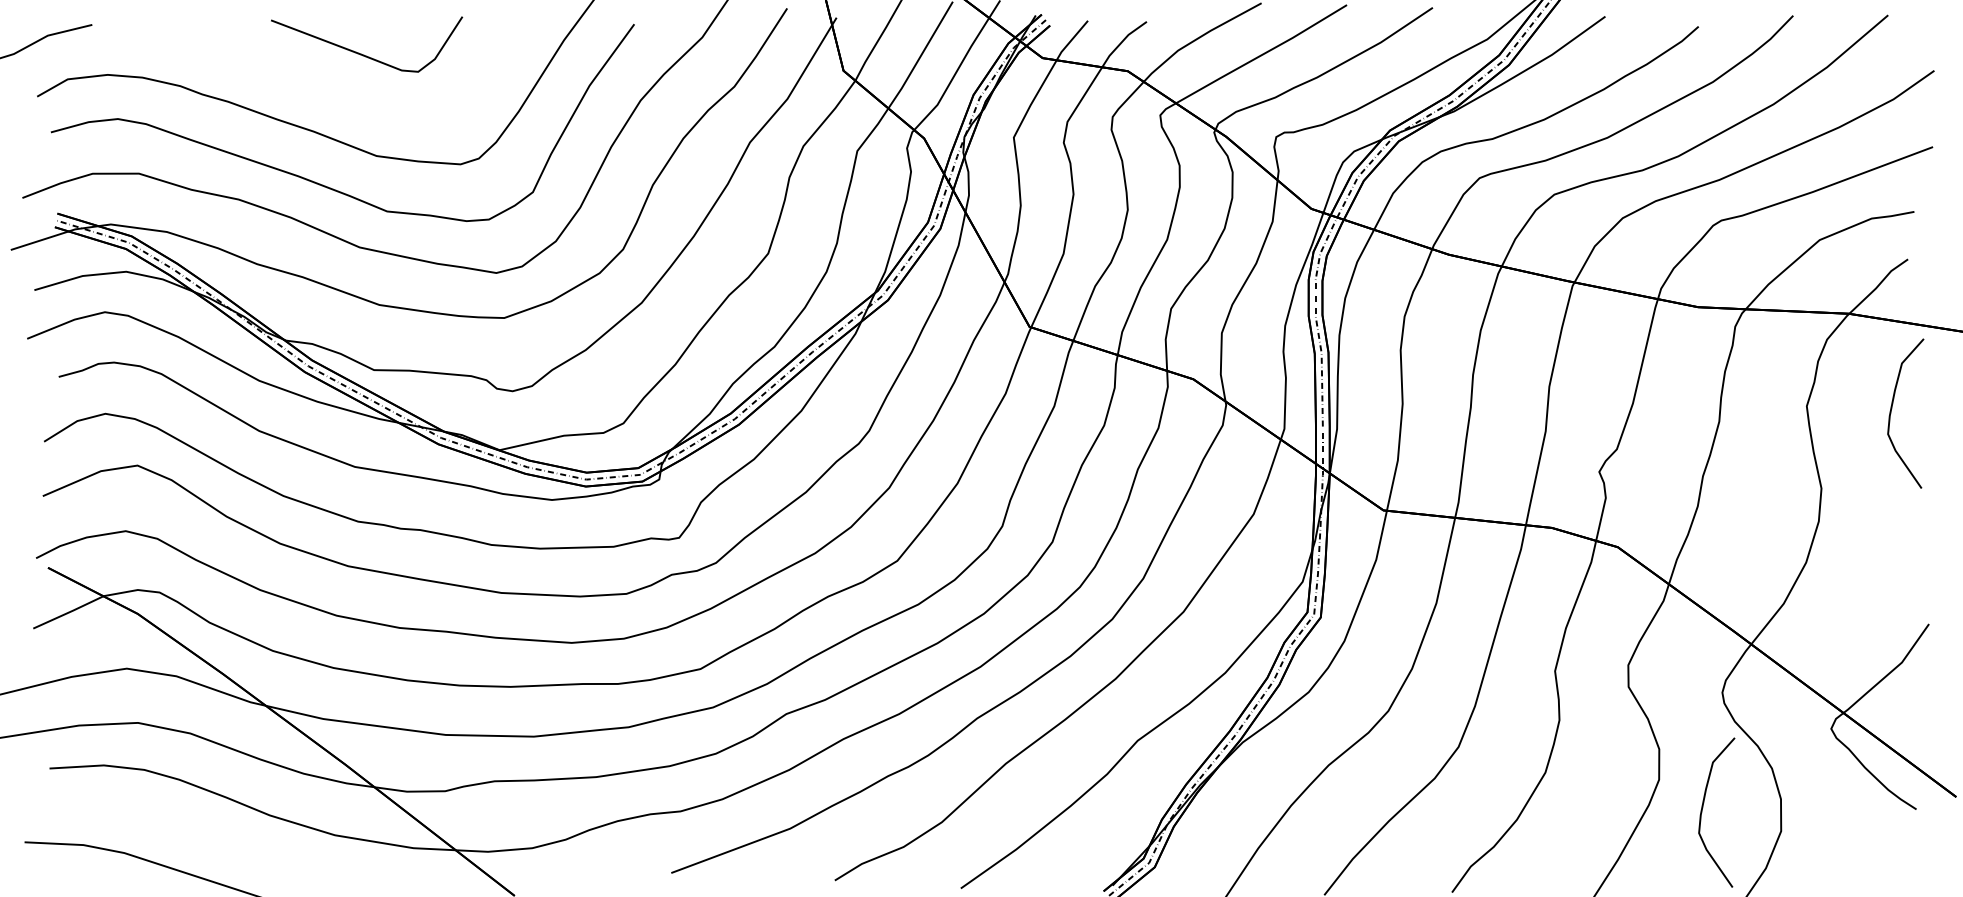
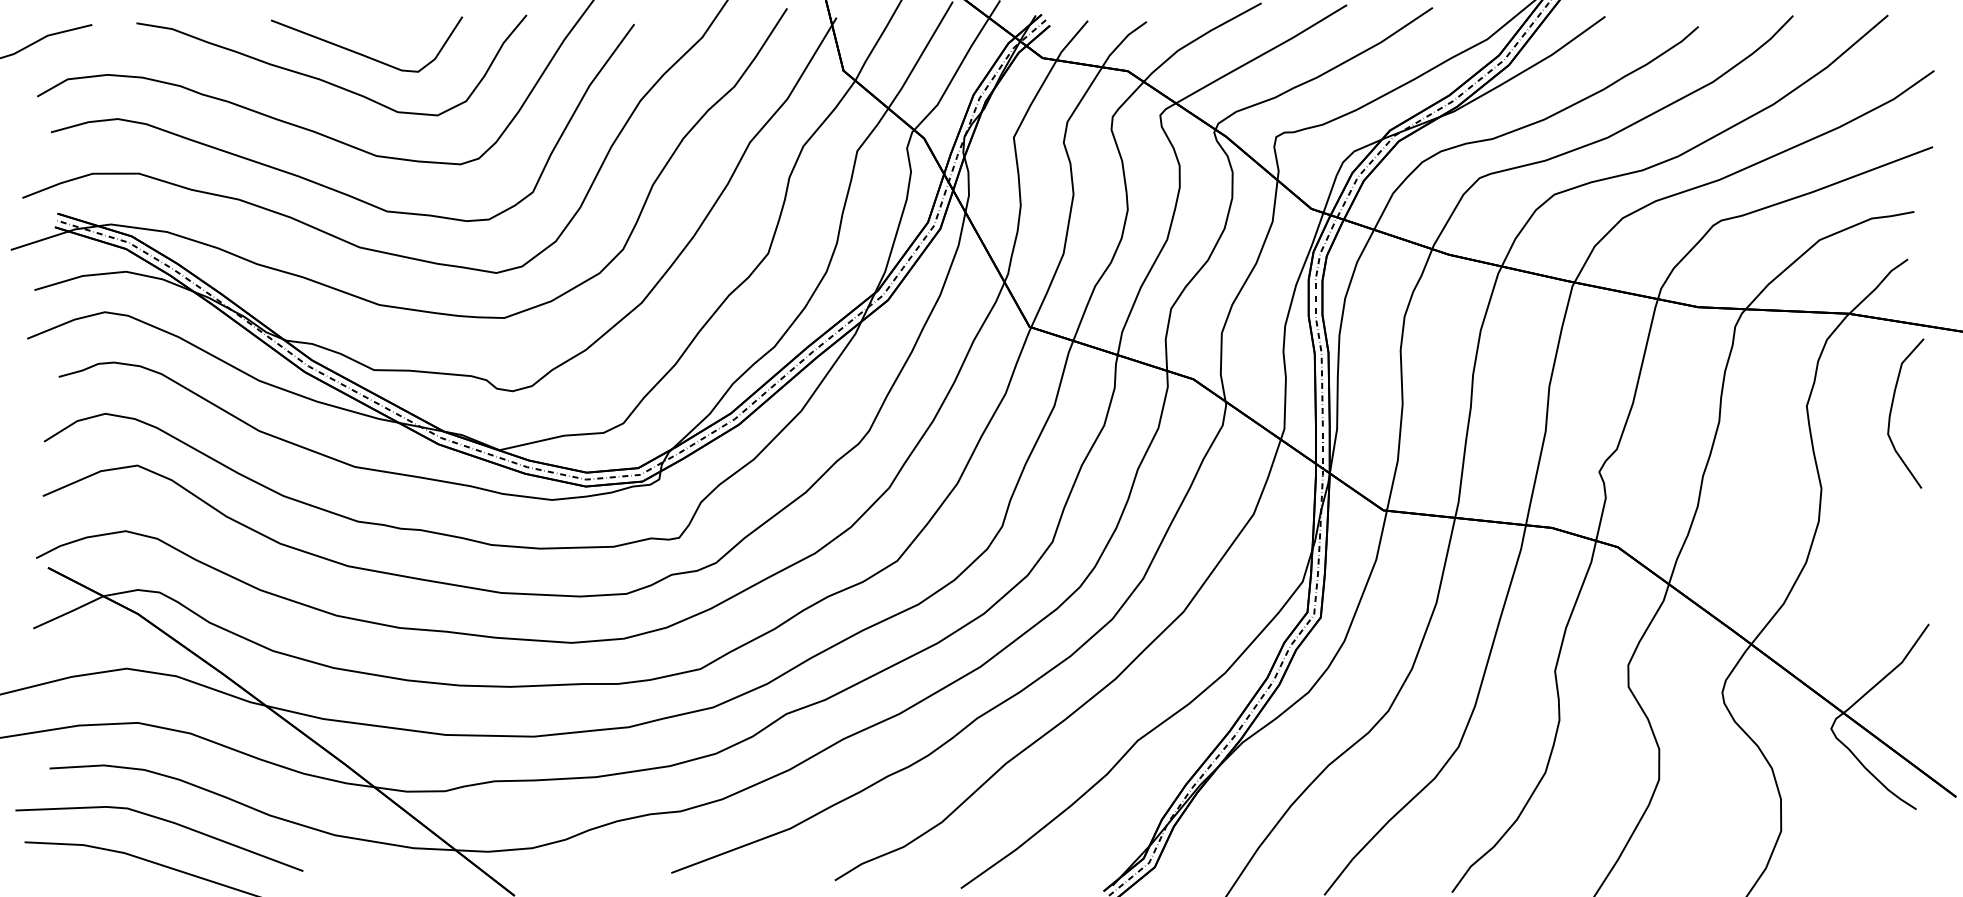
curve at (325, 80): none -> present
curve at (1703, 807): present -> none
line at (165, 821): none -> present
